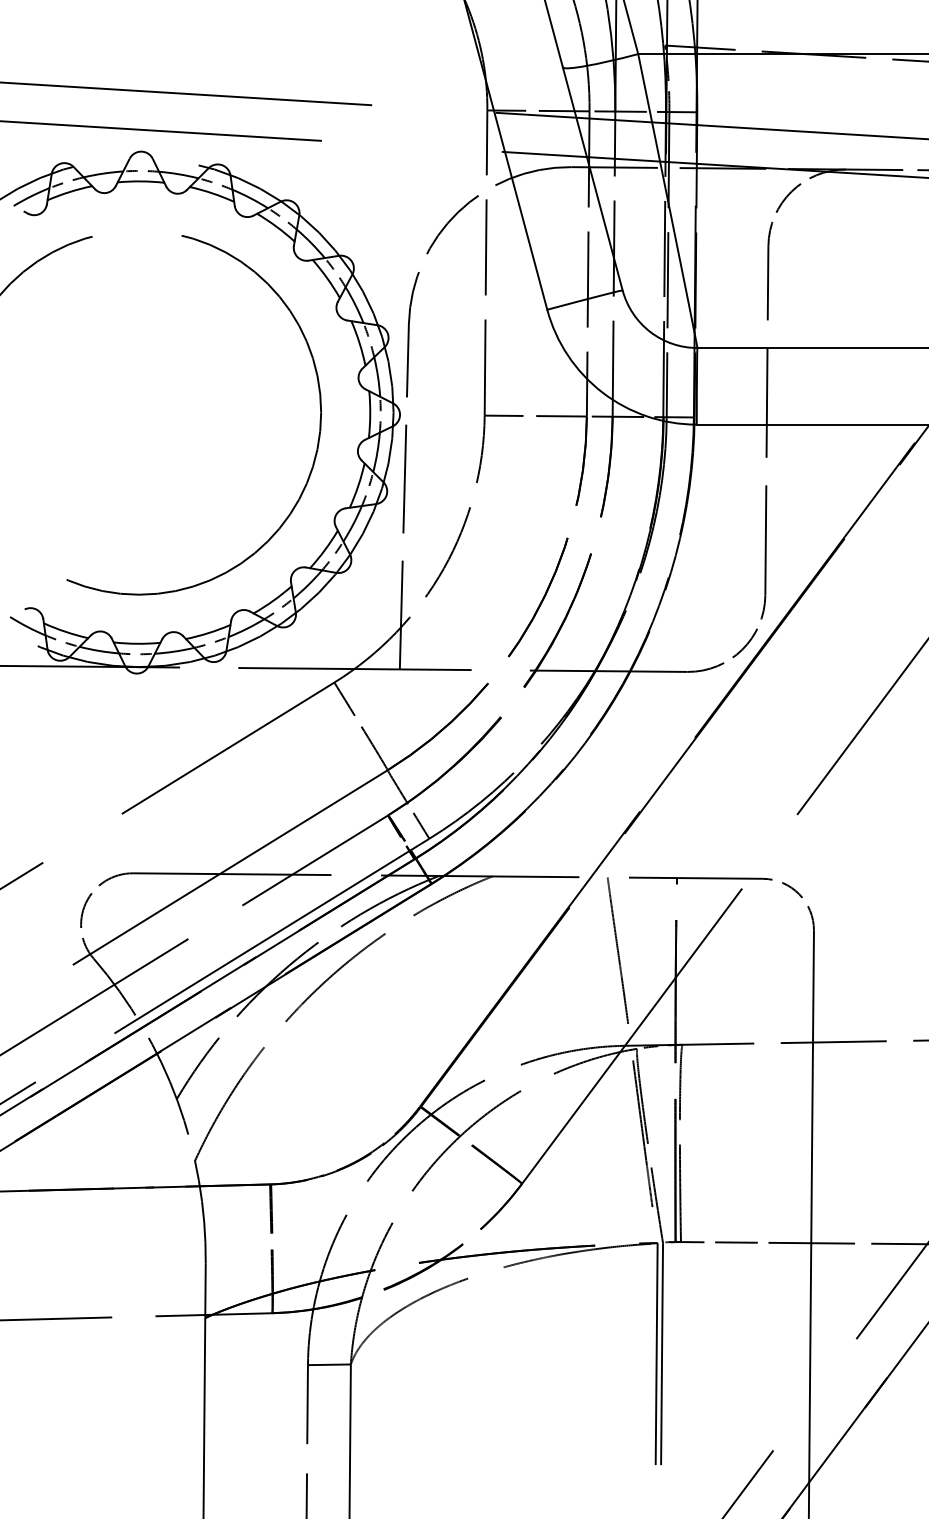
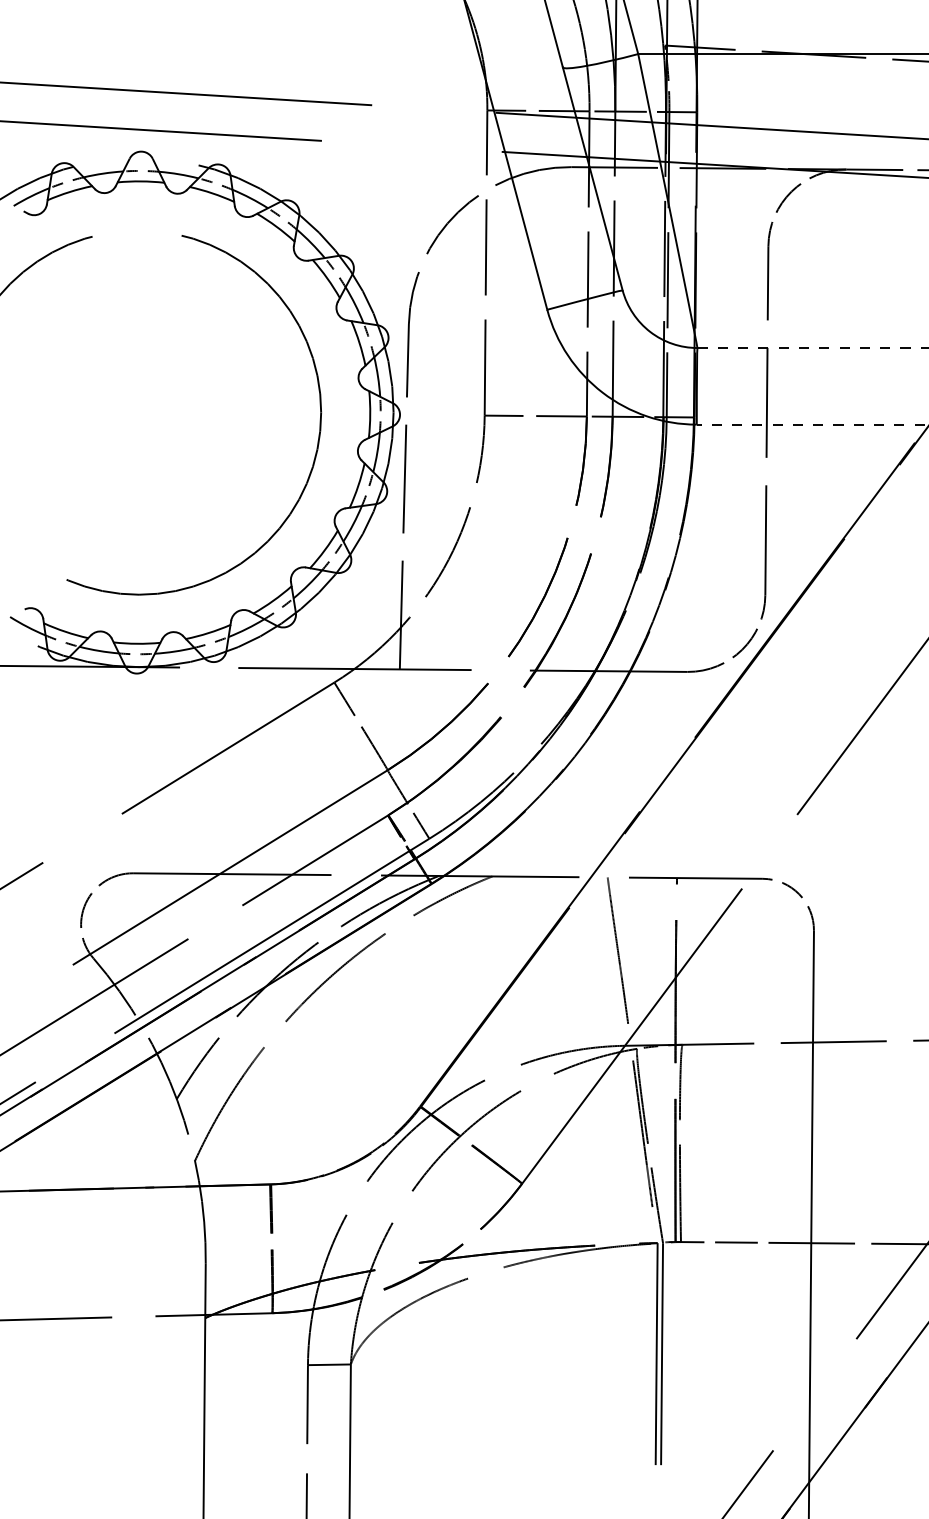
line at (813, 348): solid -> dashed
line at (812, 424): solid -> dashed
